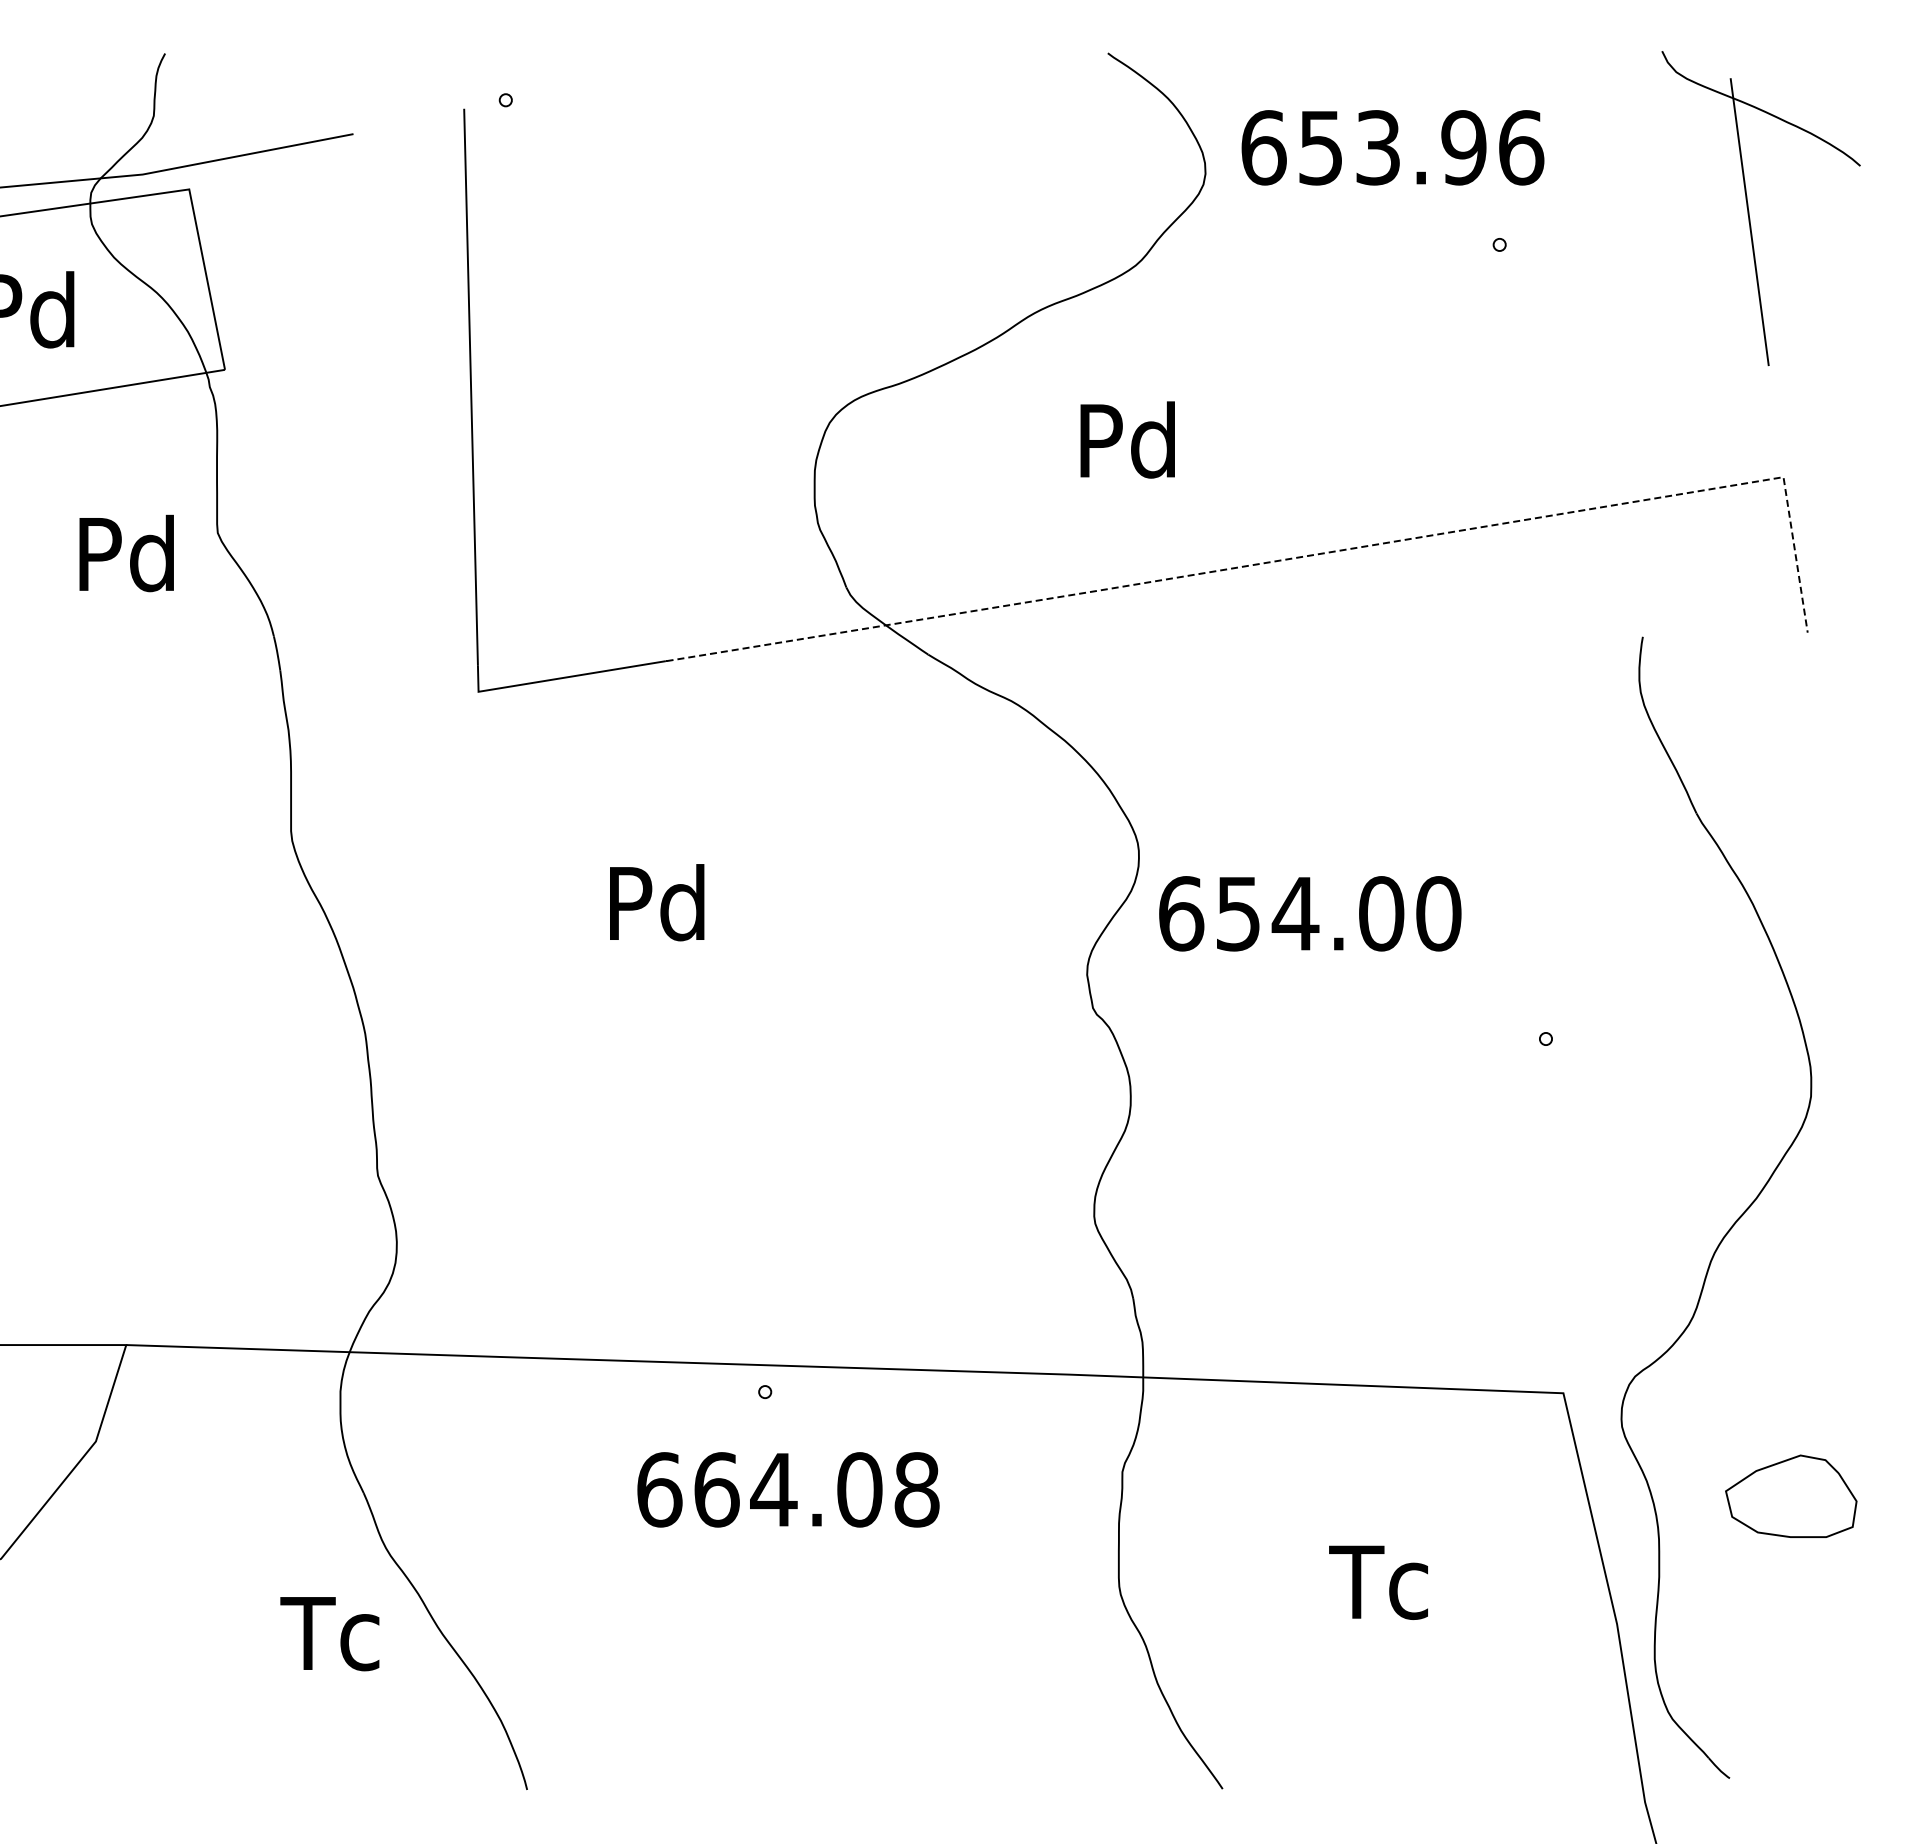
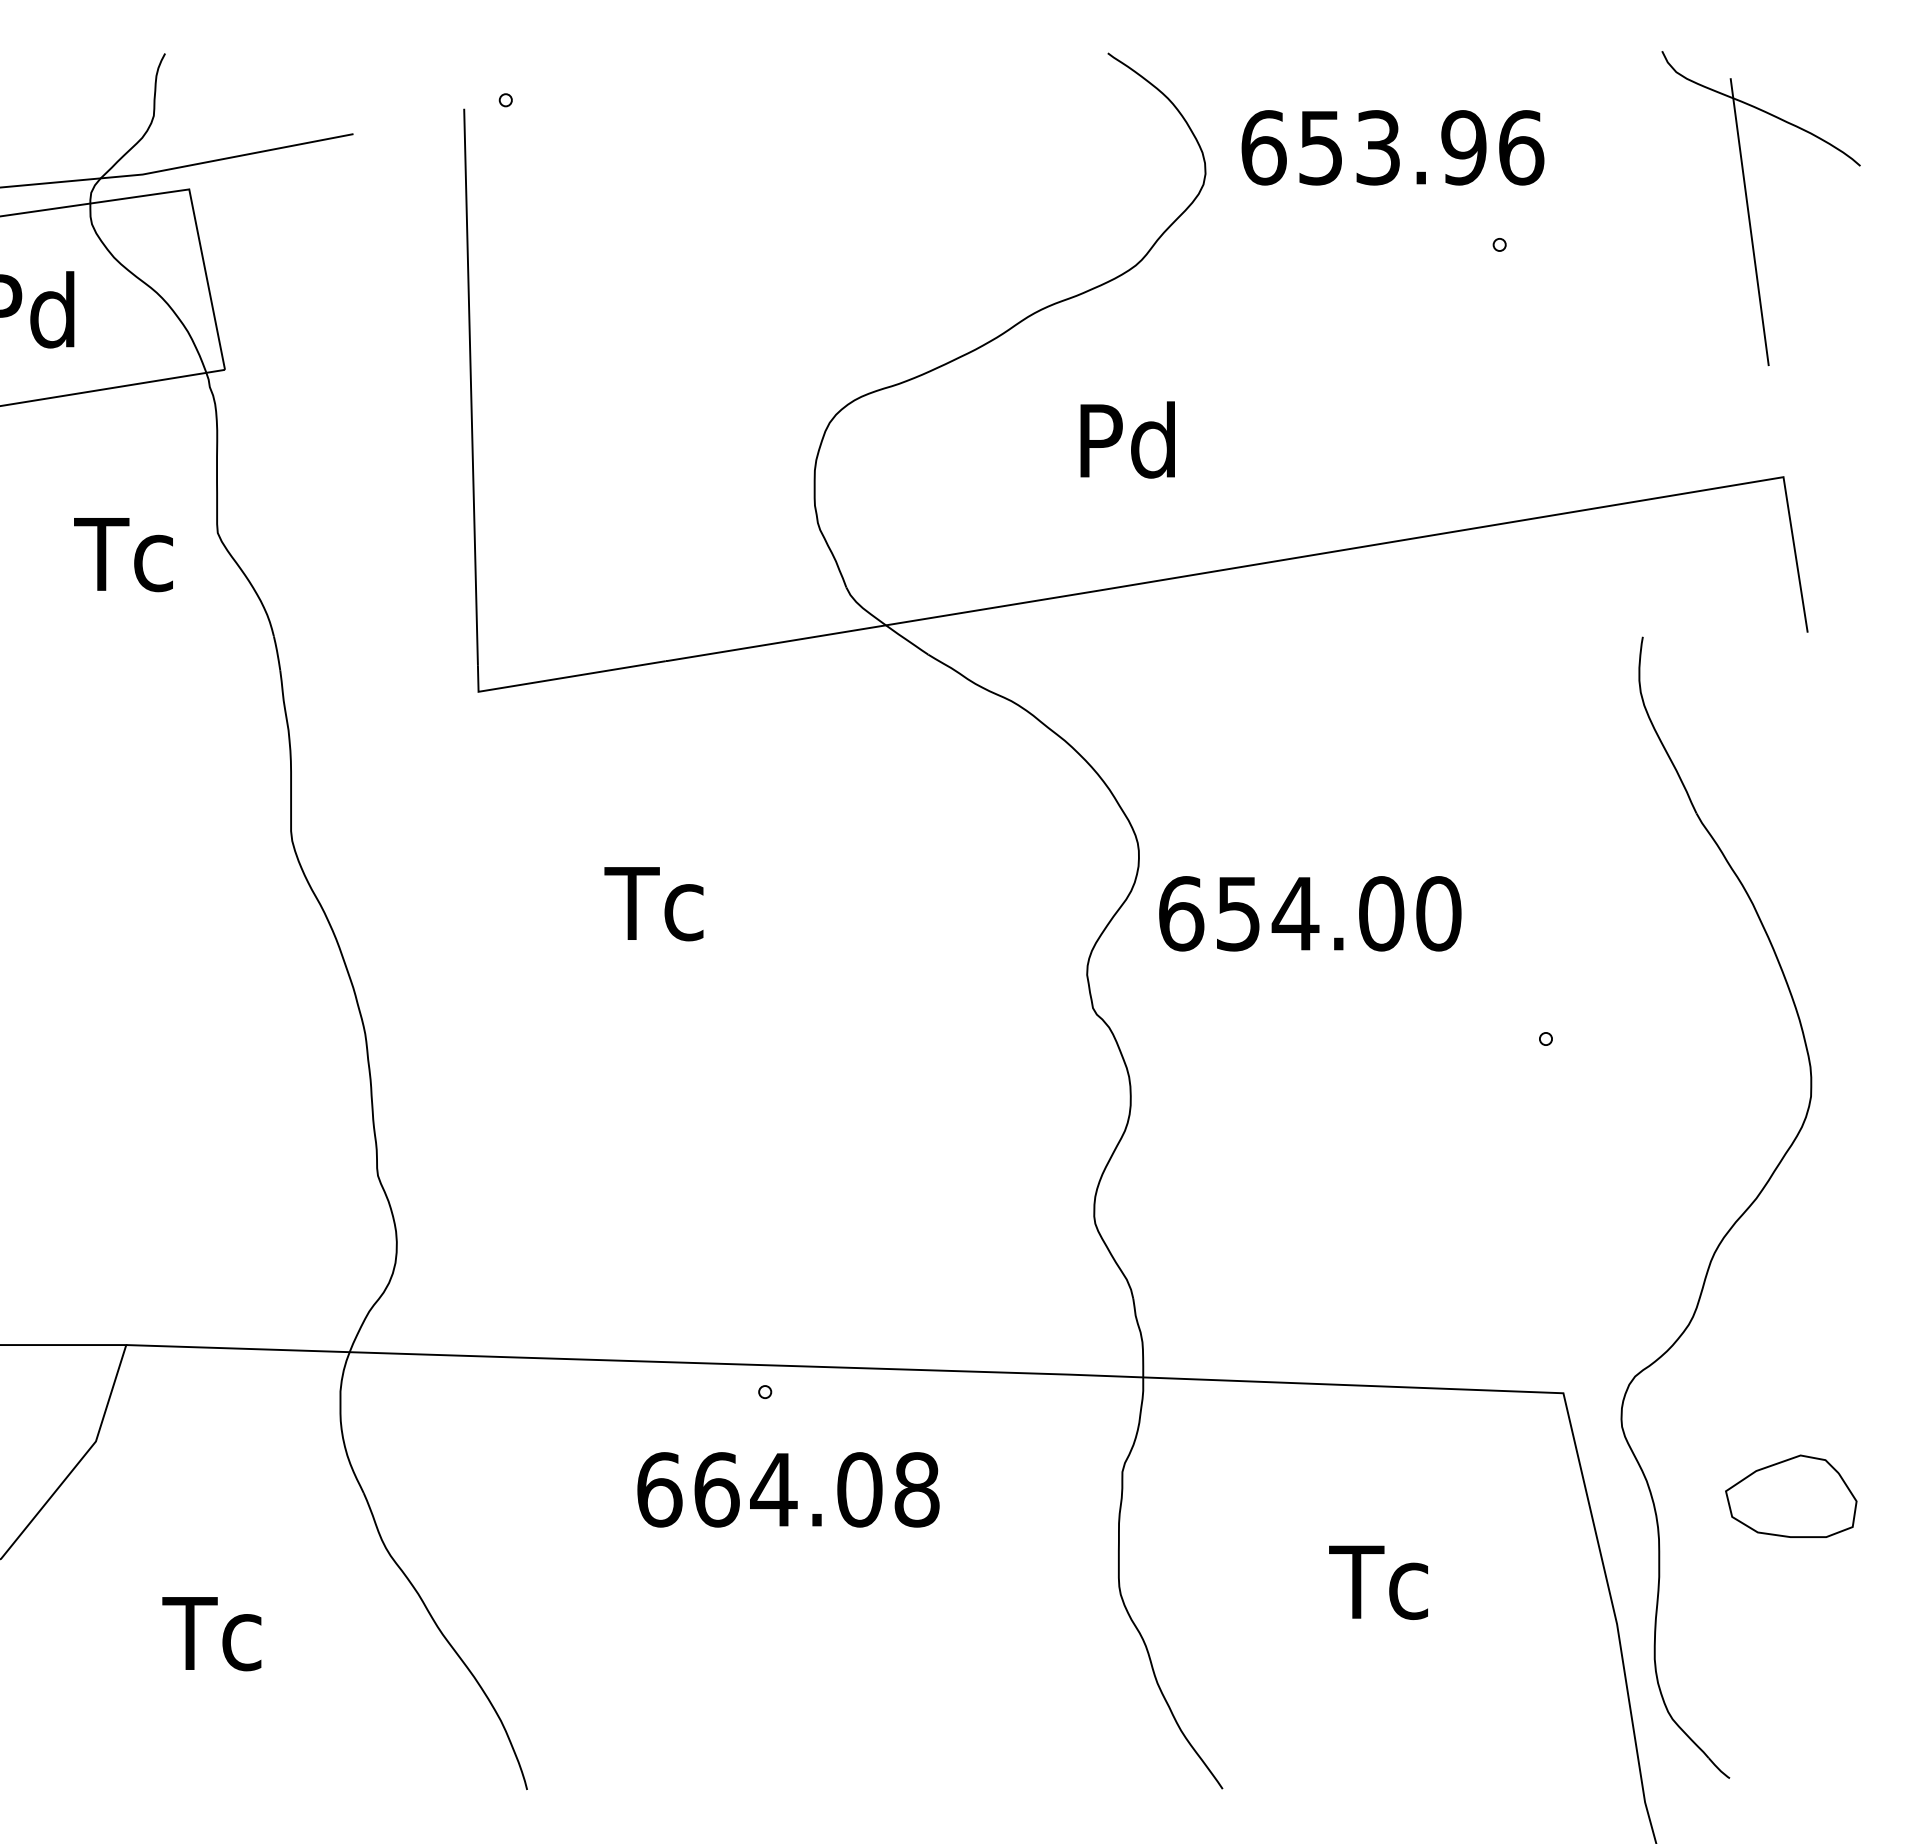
text at (123, 553): Pd -> Tc
line at (1303, 556): dashed -> solid
text at (654, 902): Pd -> Tc
text at (329, 1634) position: (329, 1634) -> (211, 1634)
